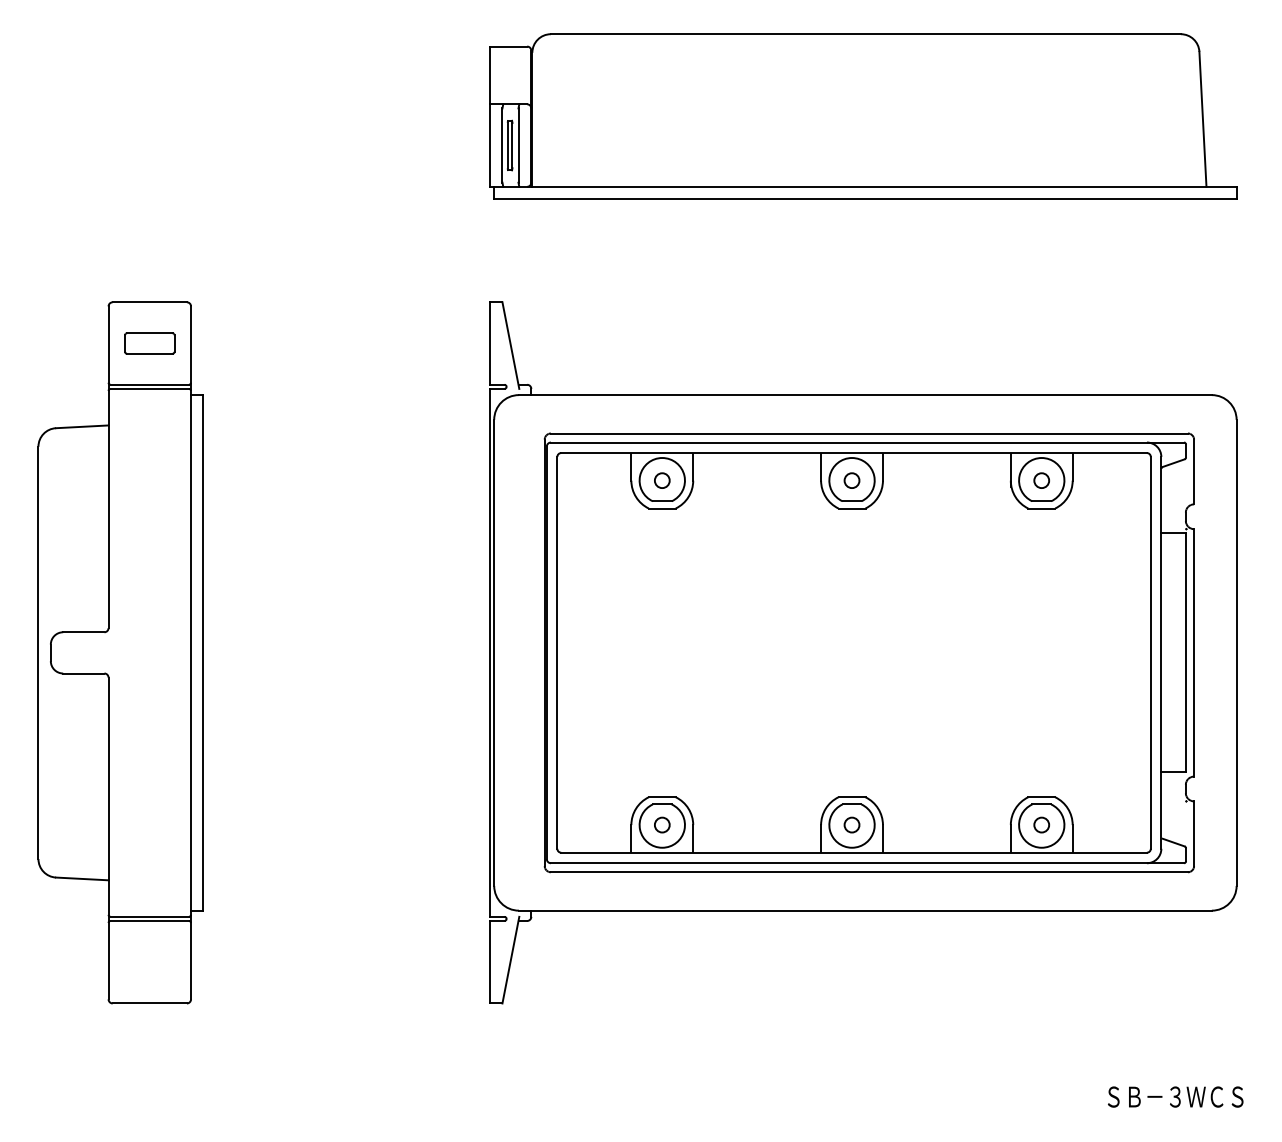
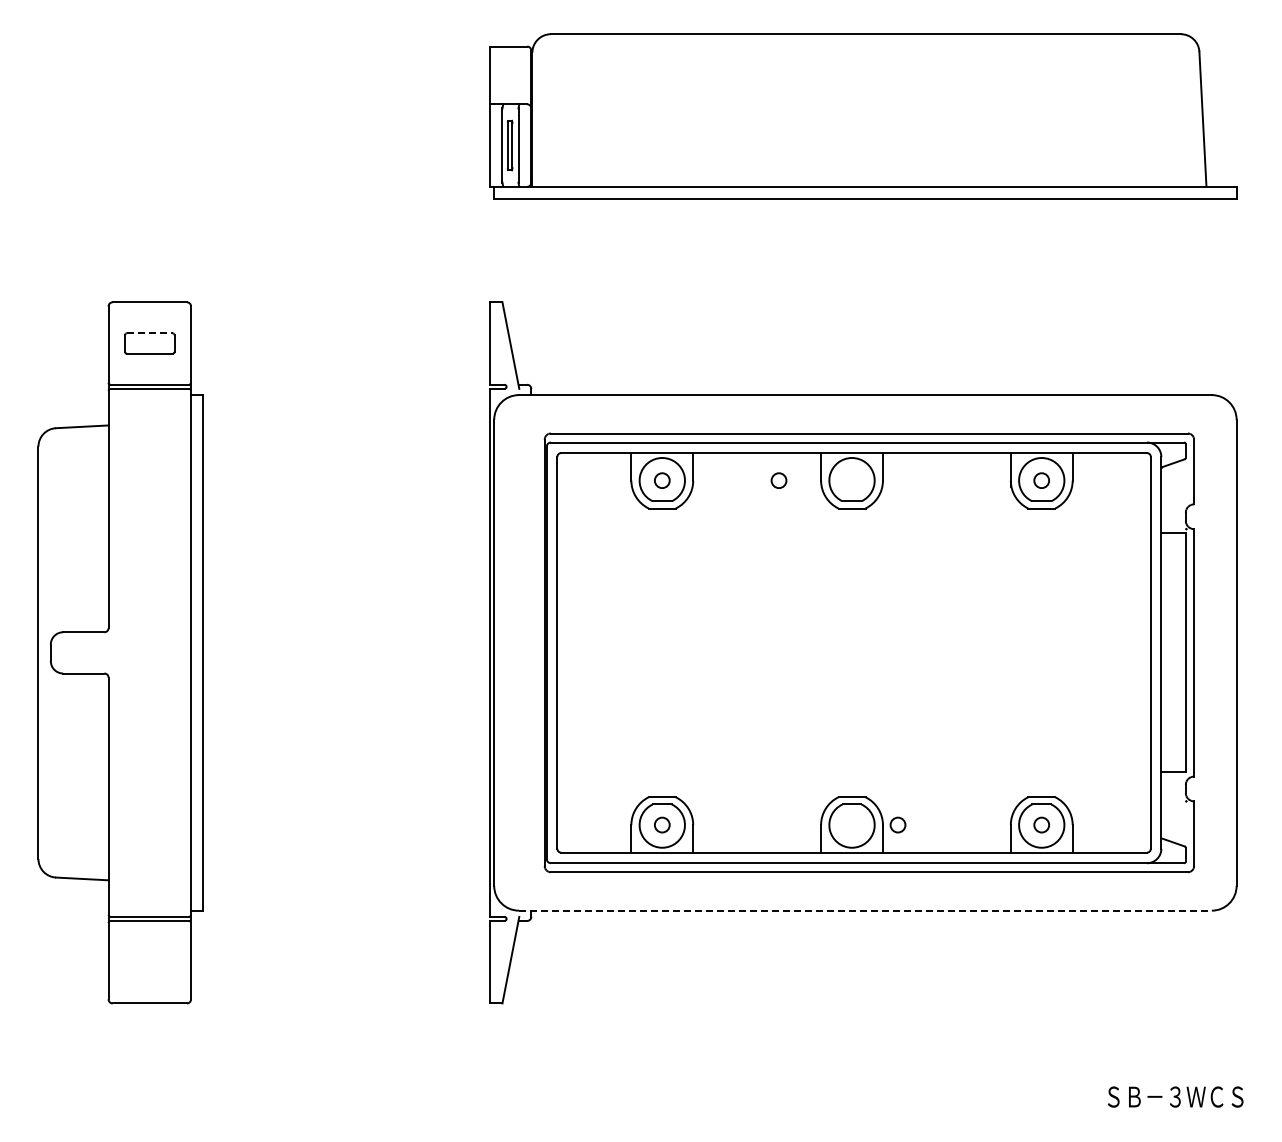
line at (149, 333): solid -> dashed
circle at (851, 480) position: (851, 480) -> (778, 480)
circle at (851, 824) position: (851, 824) -> (897, 824)
line at (865, 910): solid -> dashed
